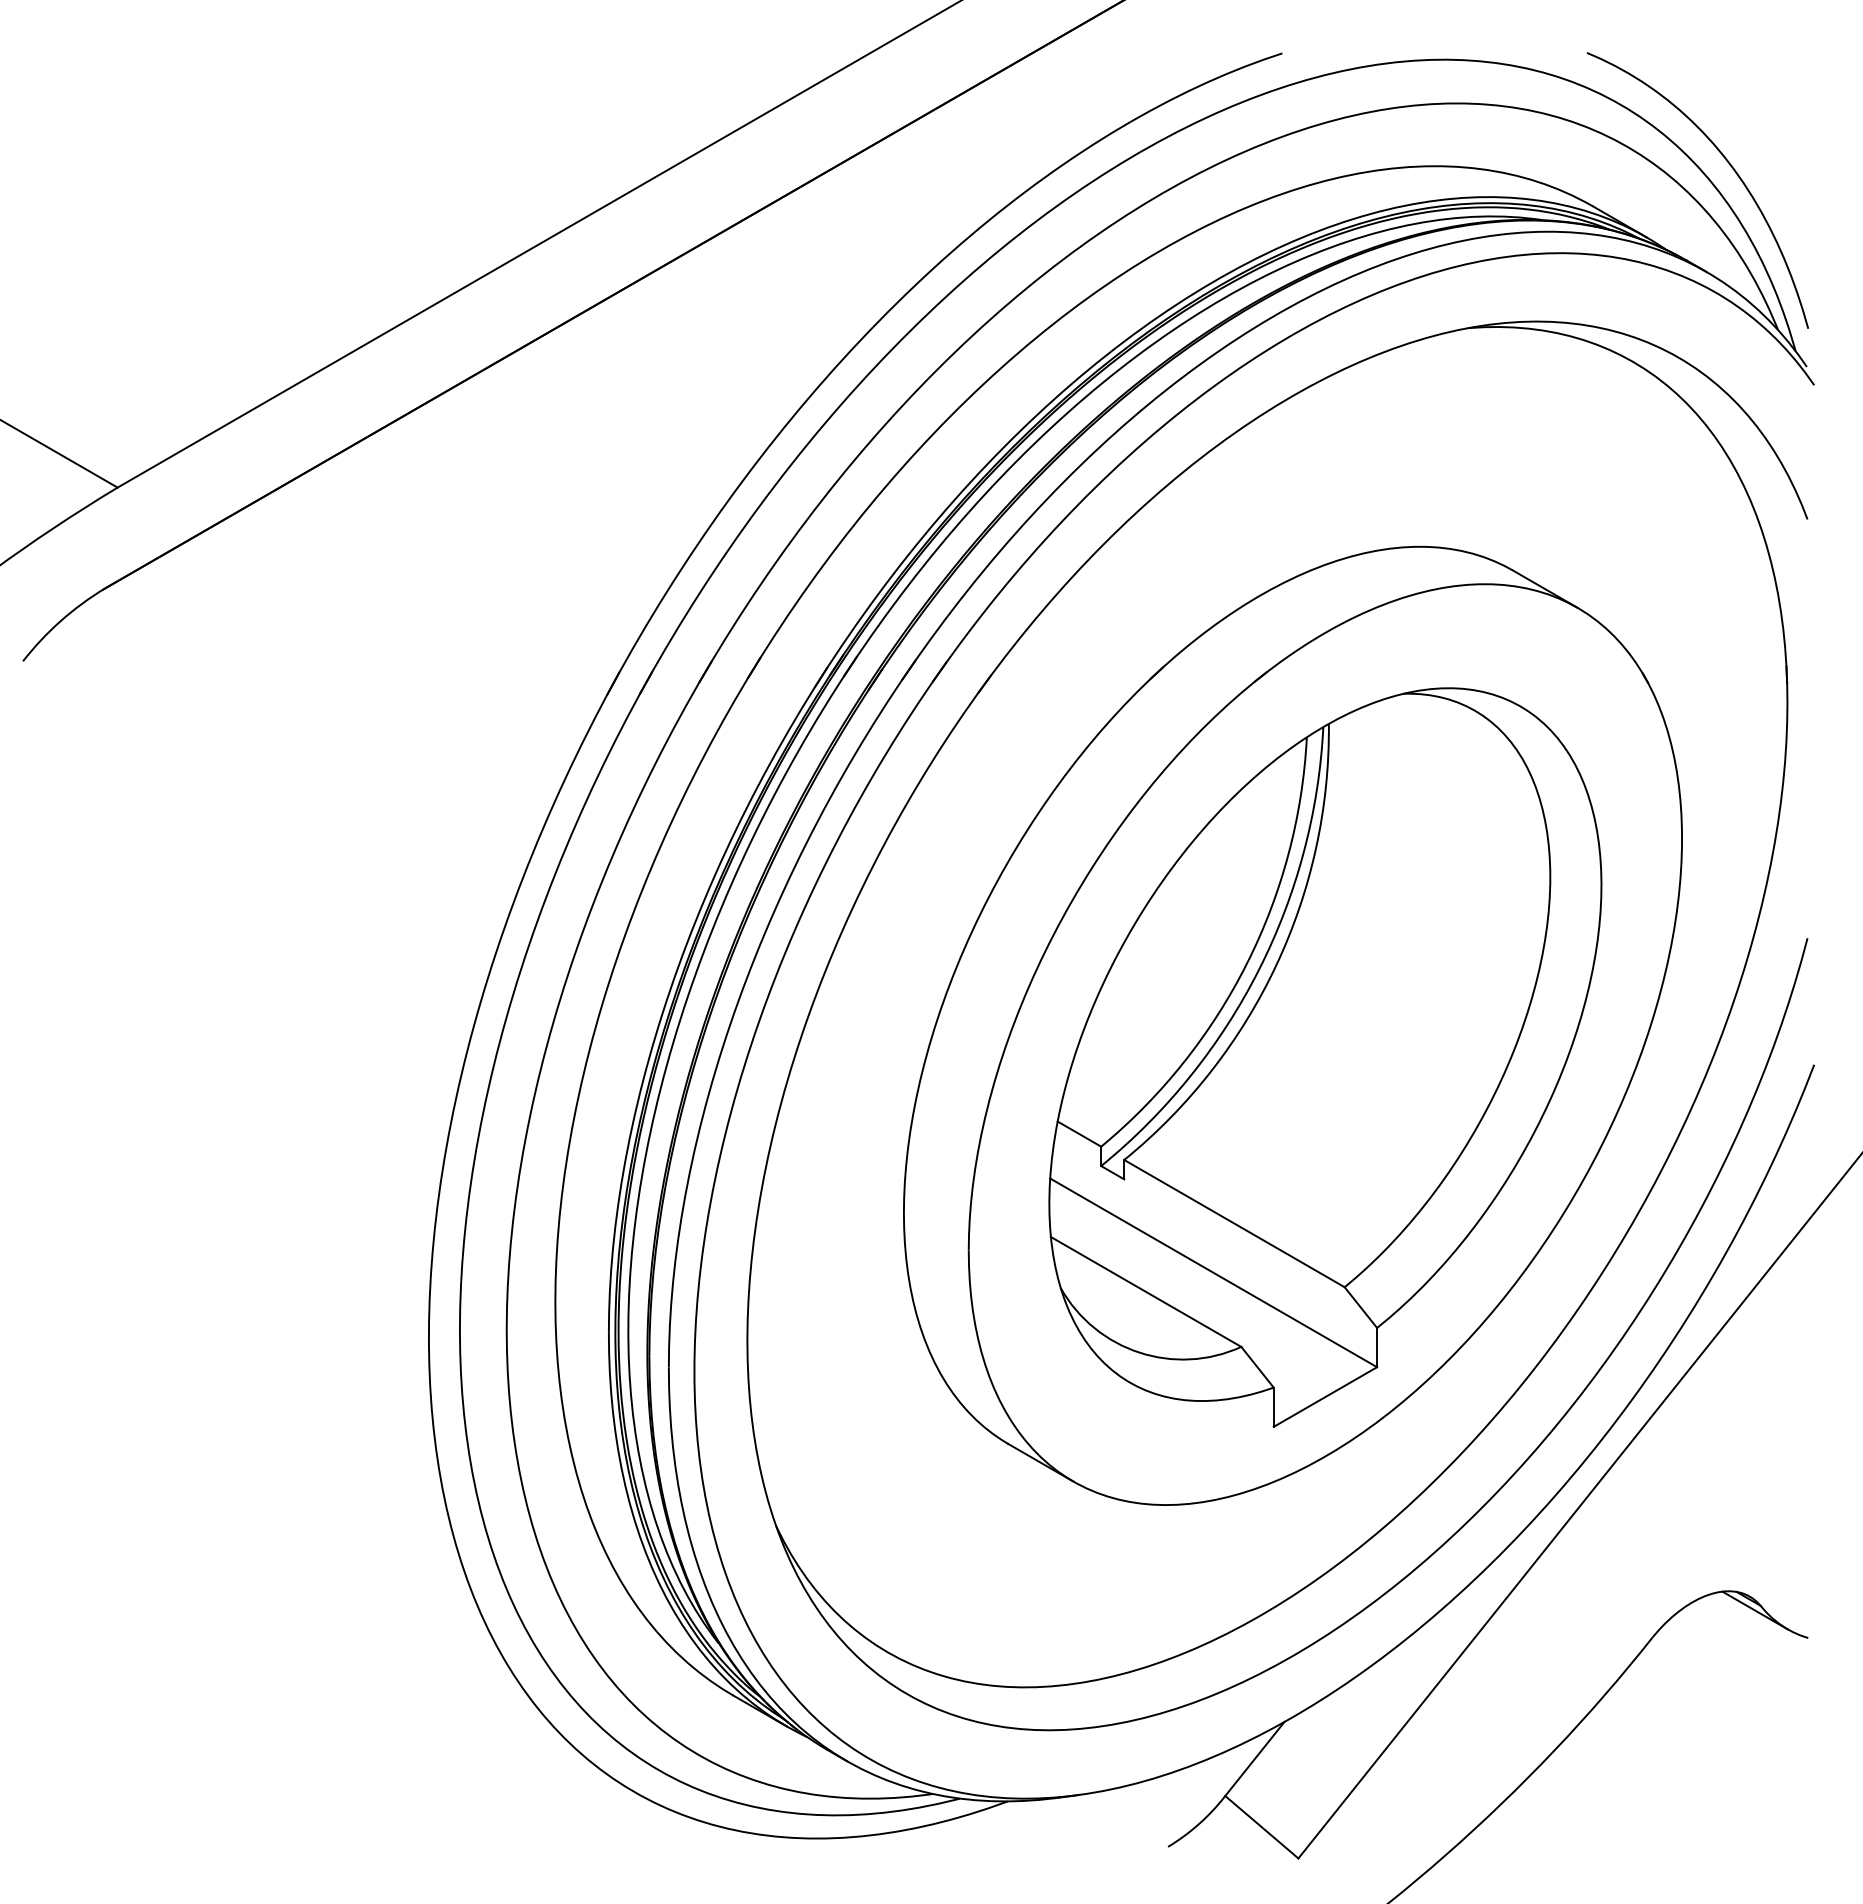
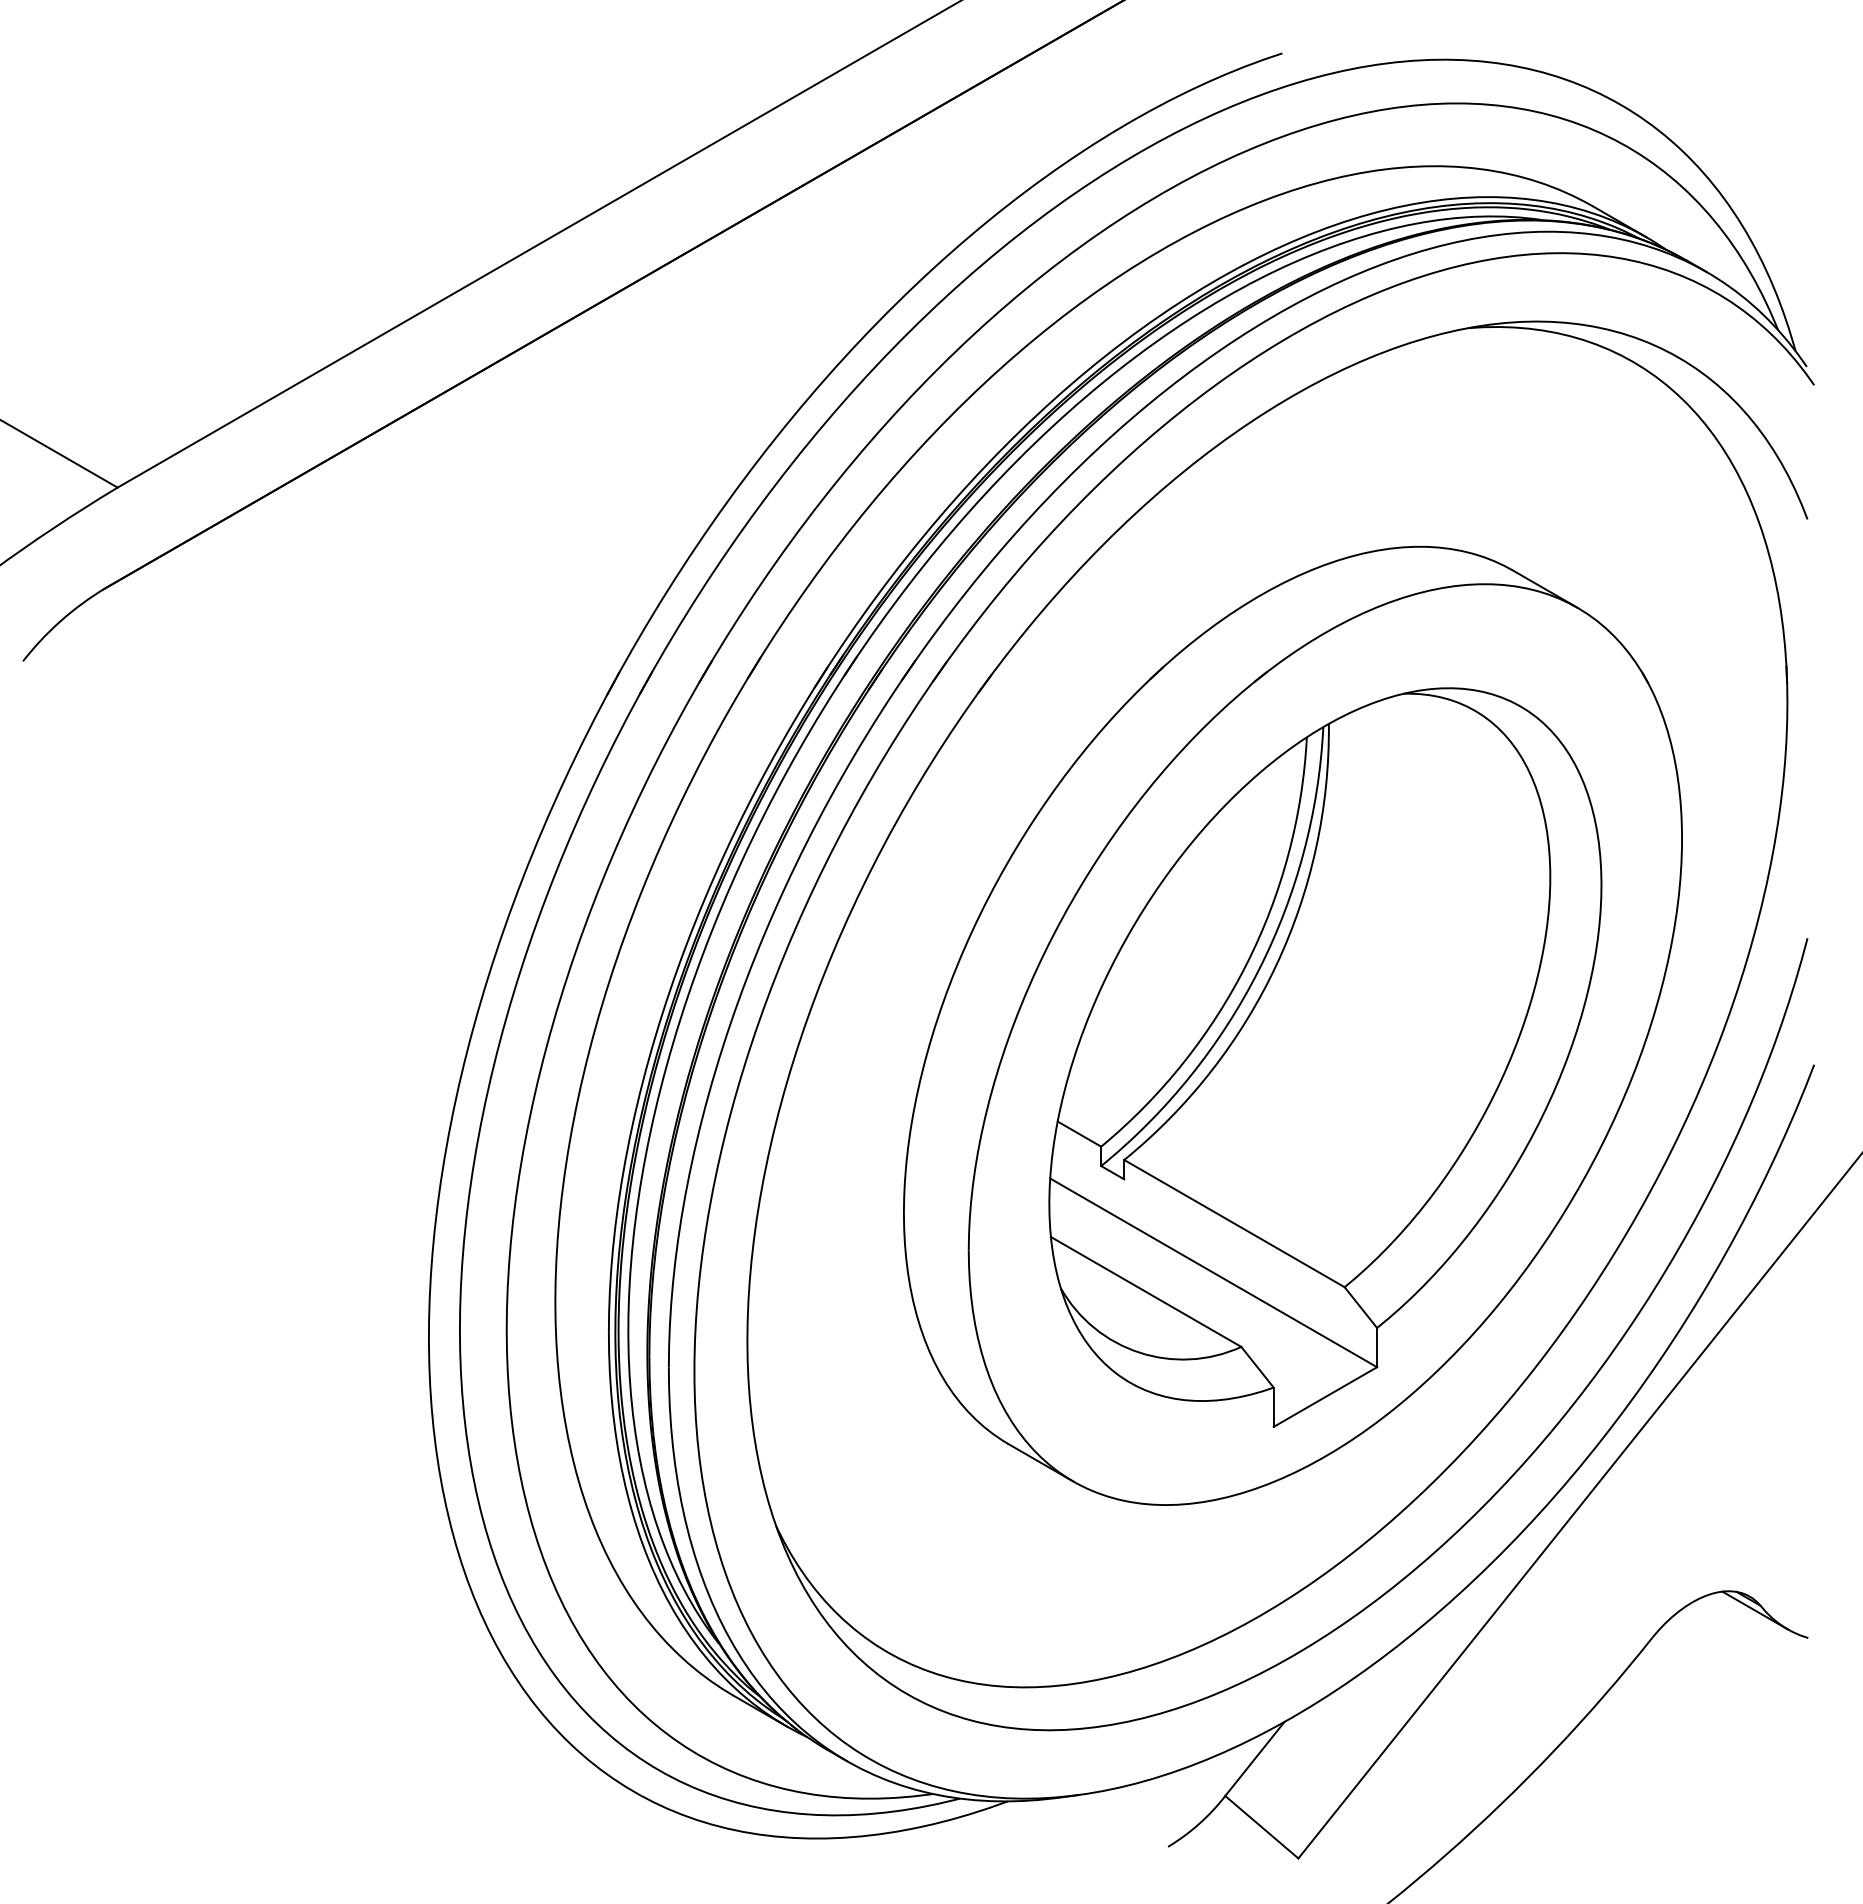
curve at (1729, 165): present -> none
